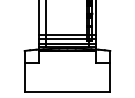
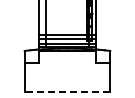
line at (67, 91): solid -> dashed
